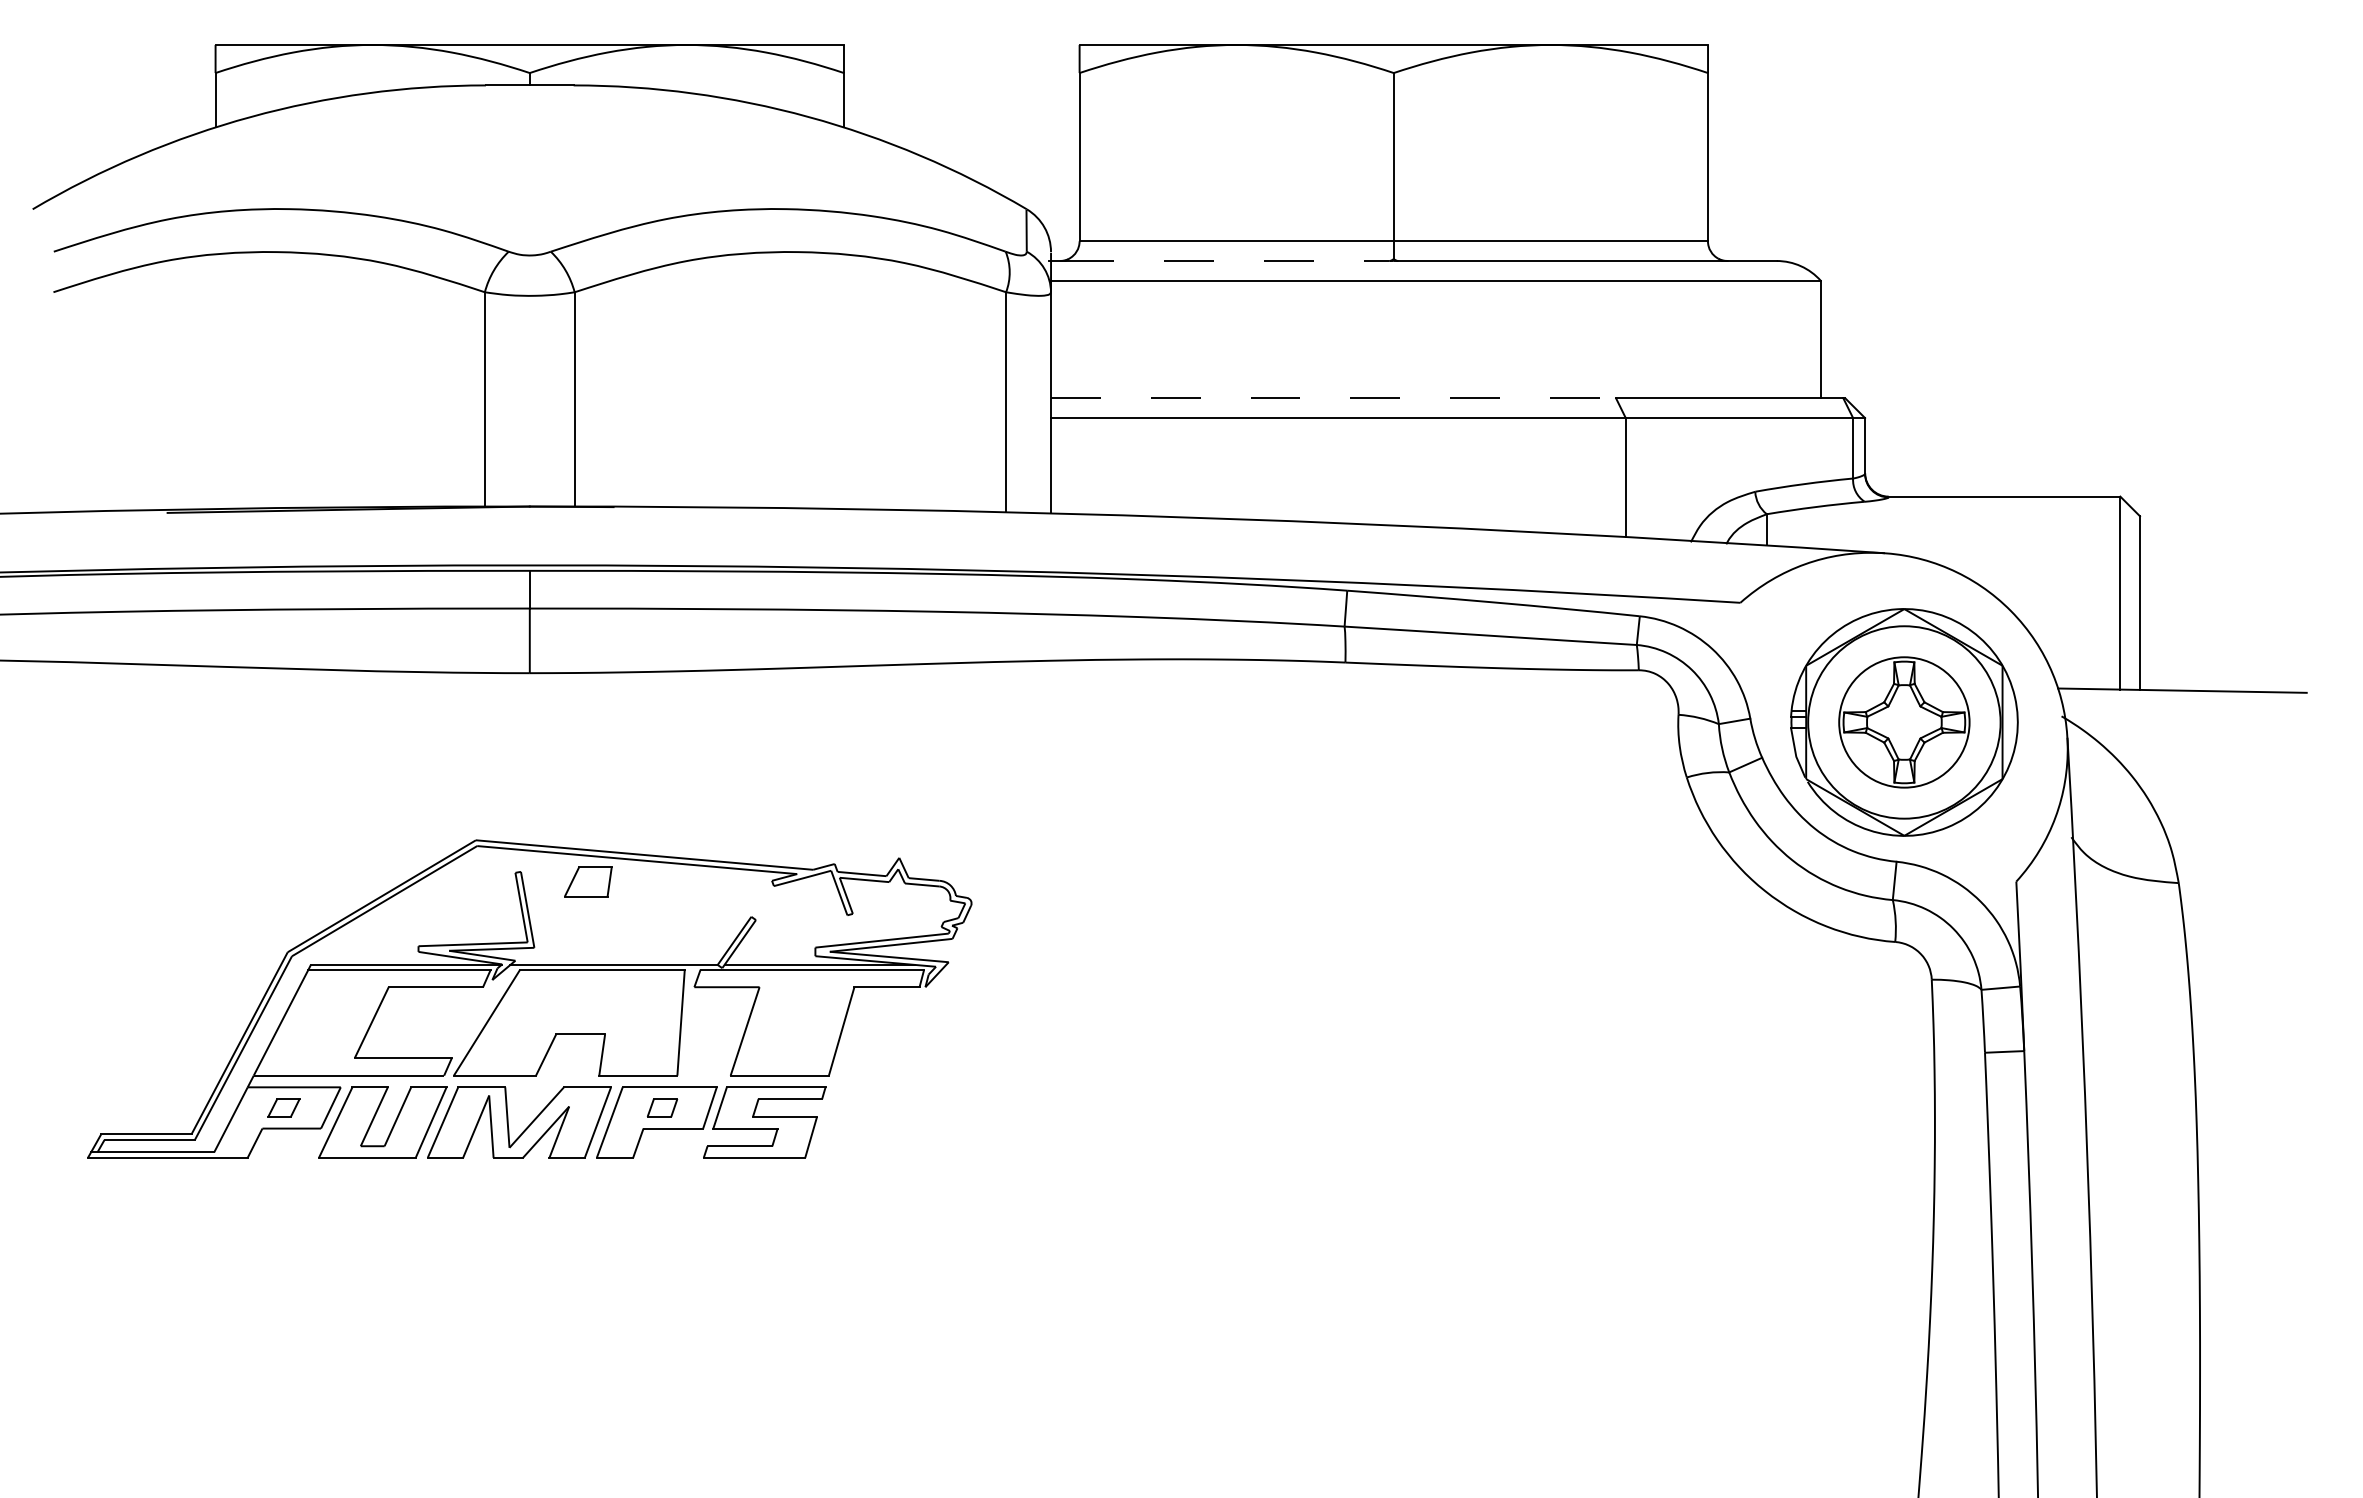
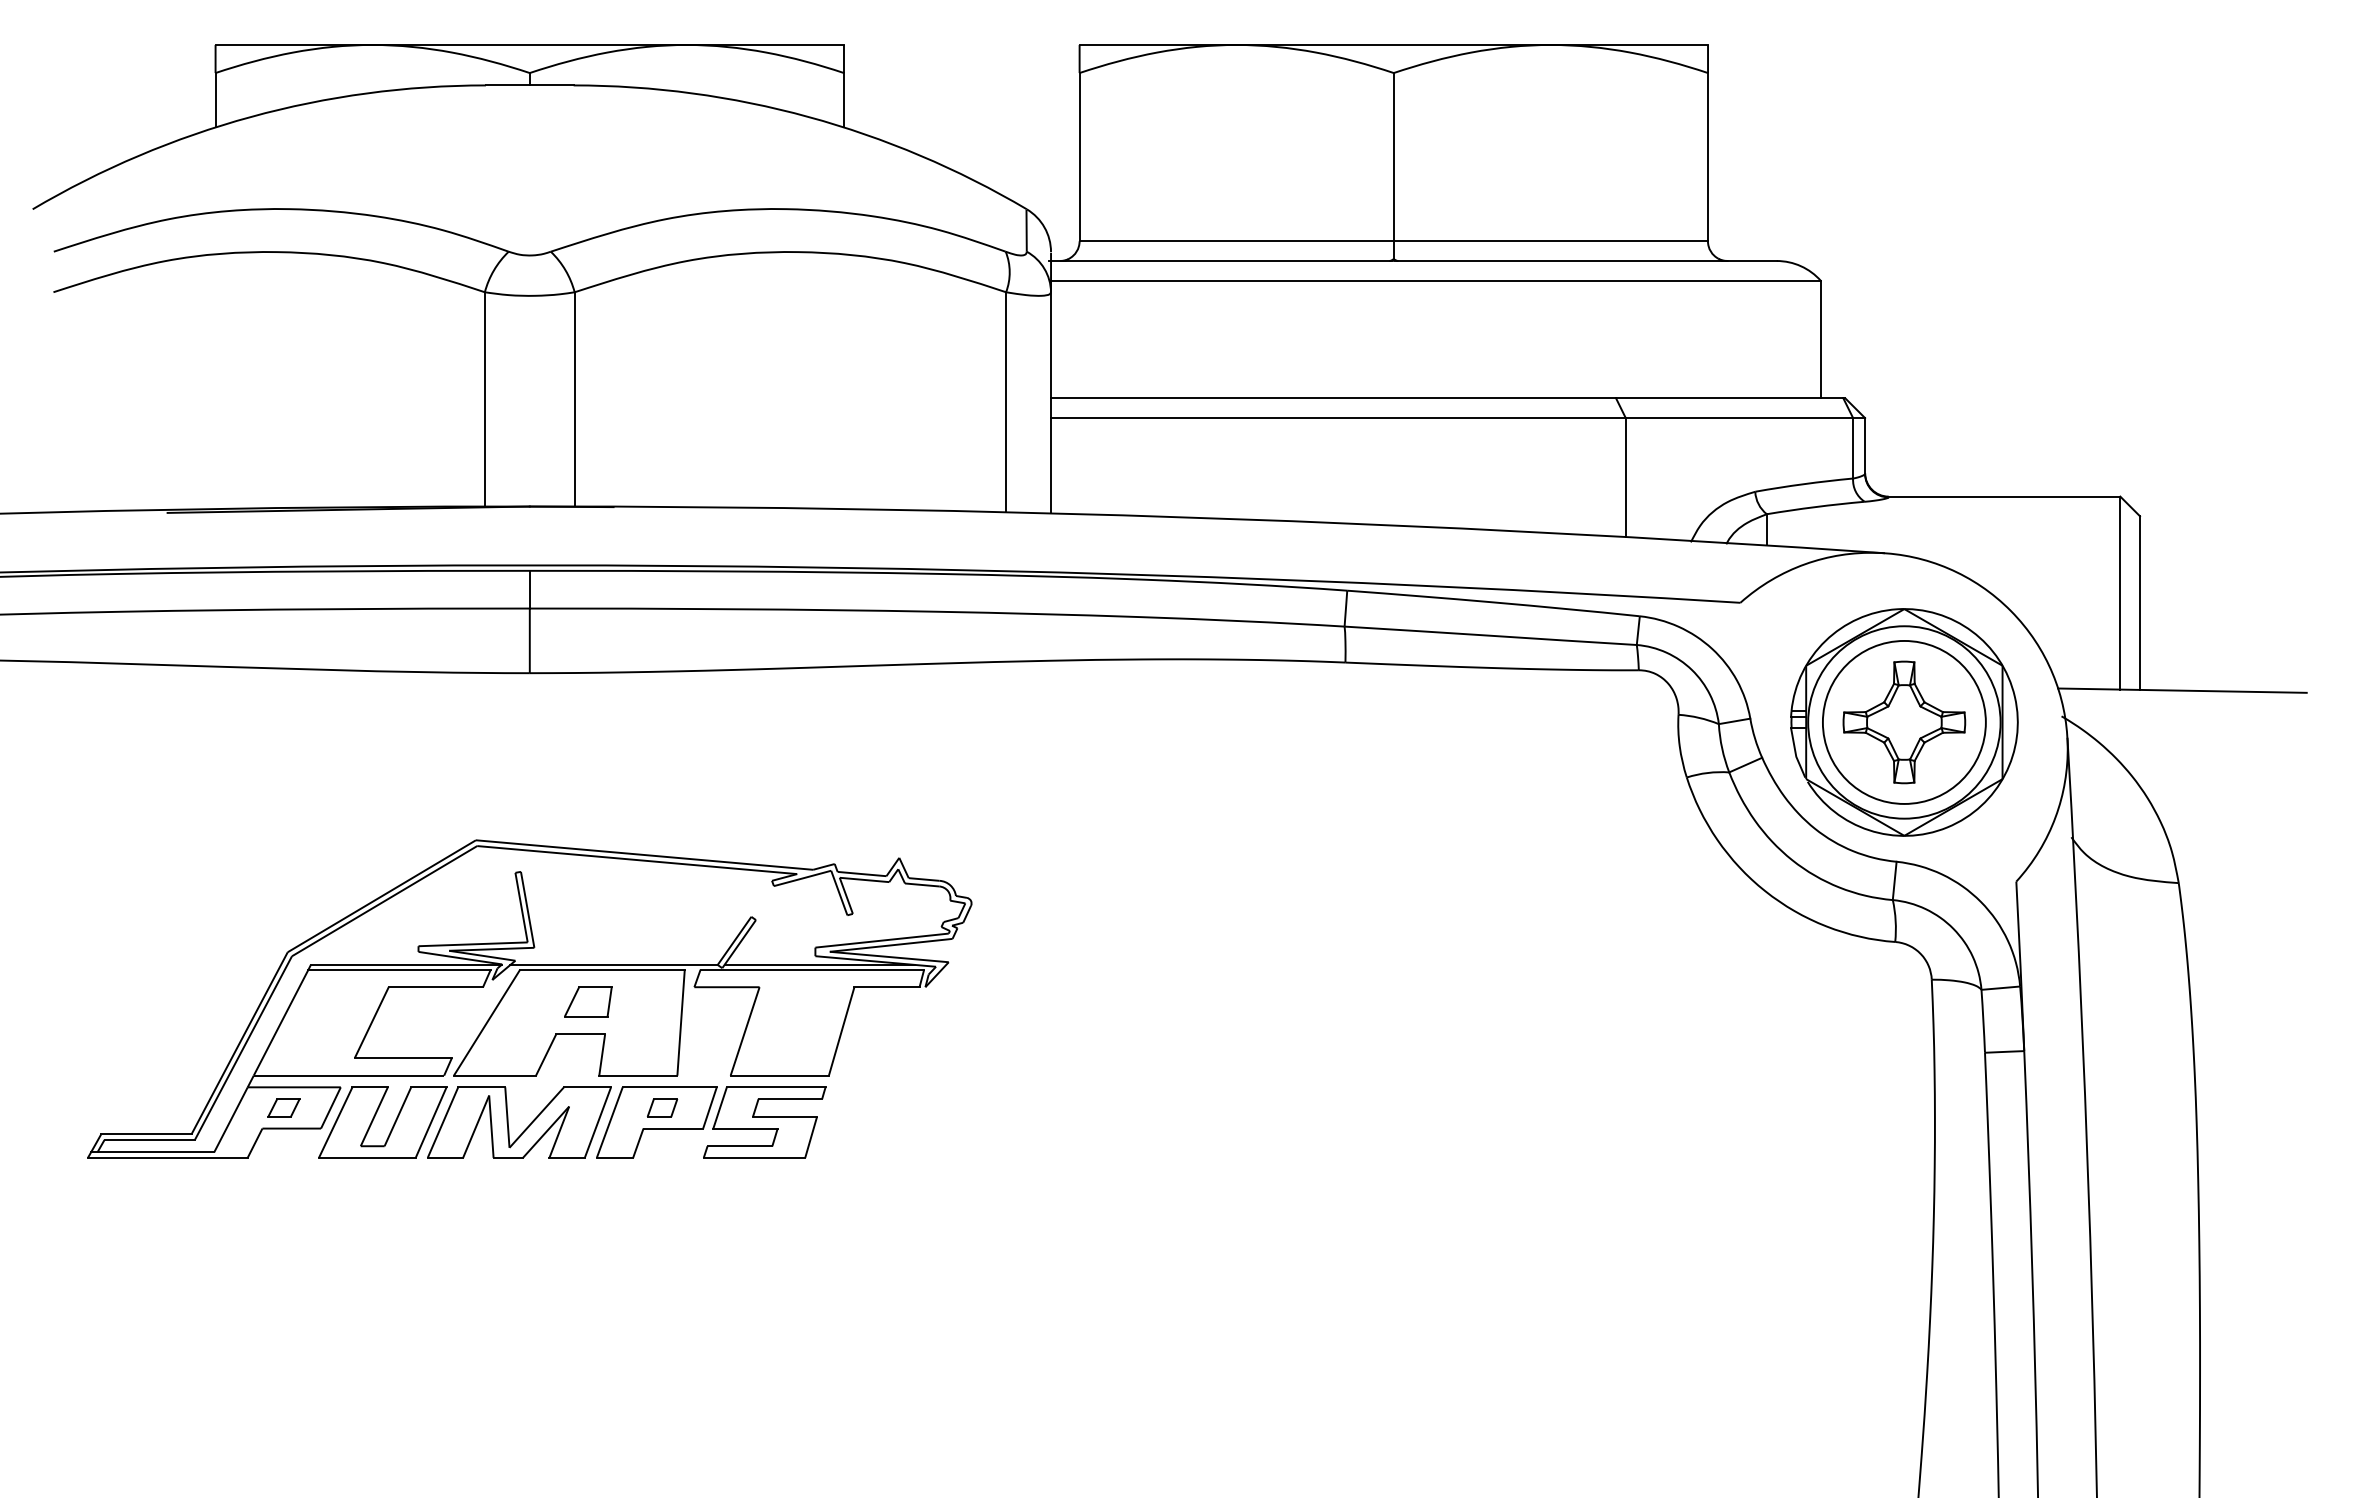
line at (1227, 261): dashed -> solid
line at (1333, 398): dashed -> solid
circle at (1904, 722) diameter: 130 px -> 163 px
part at (588, 881) position: (588, 881) -> (588, 1001)
